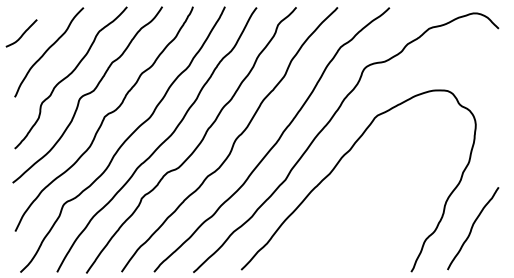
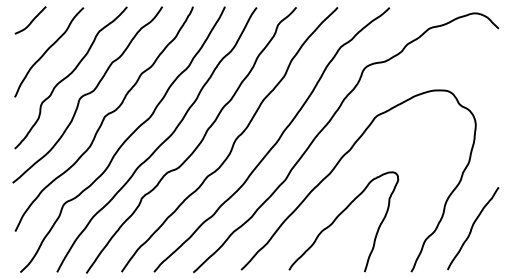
curve at (22, 33) position: (22, 33) -> (31, 20)
curve at (339, 216): none -> present
